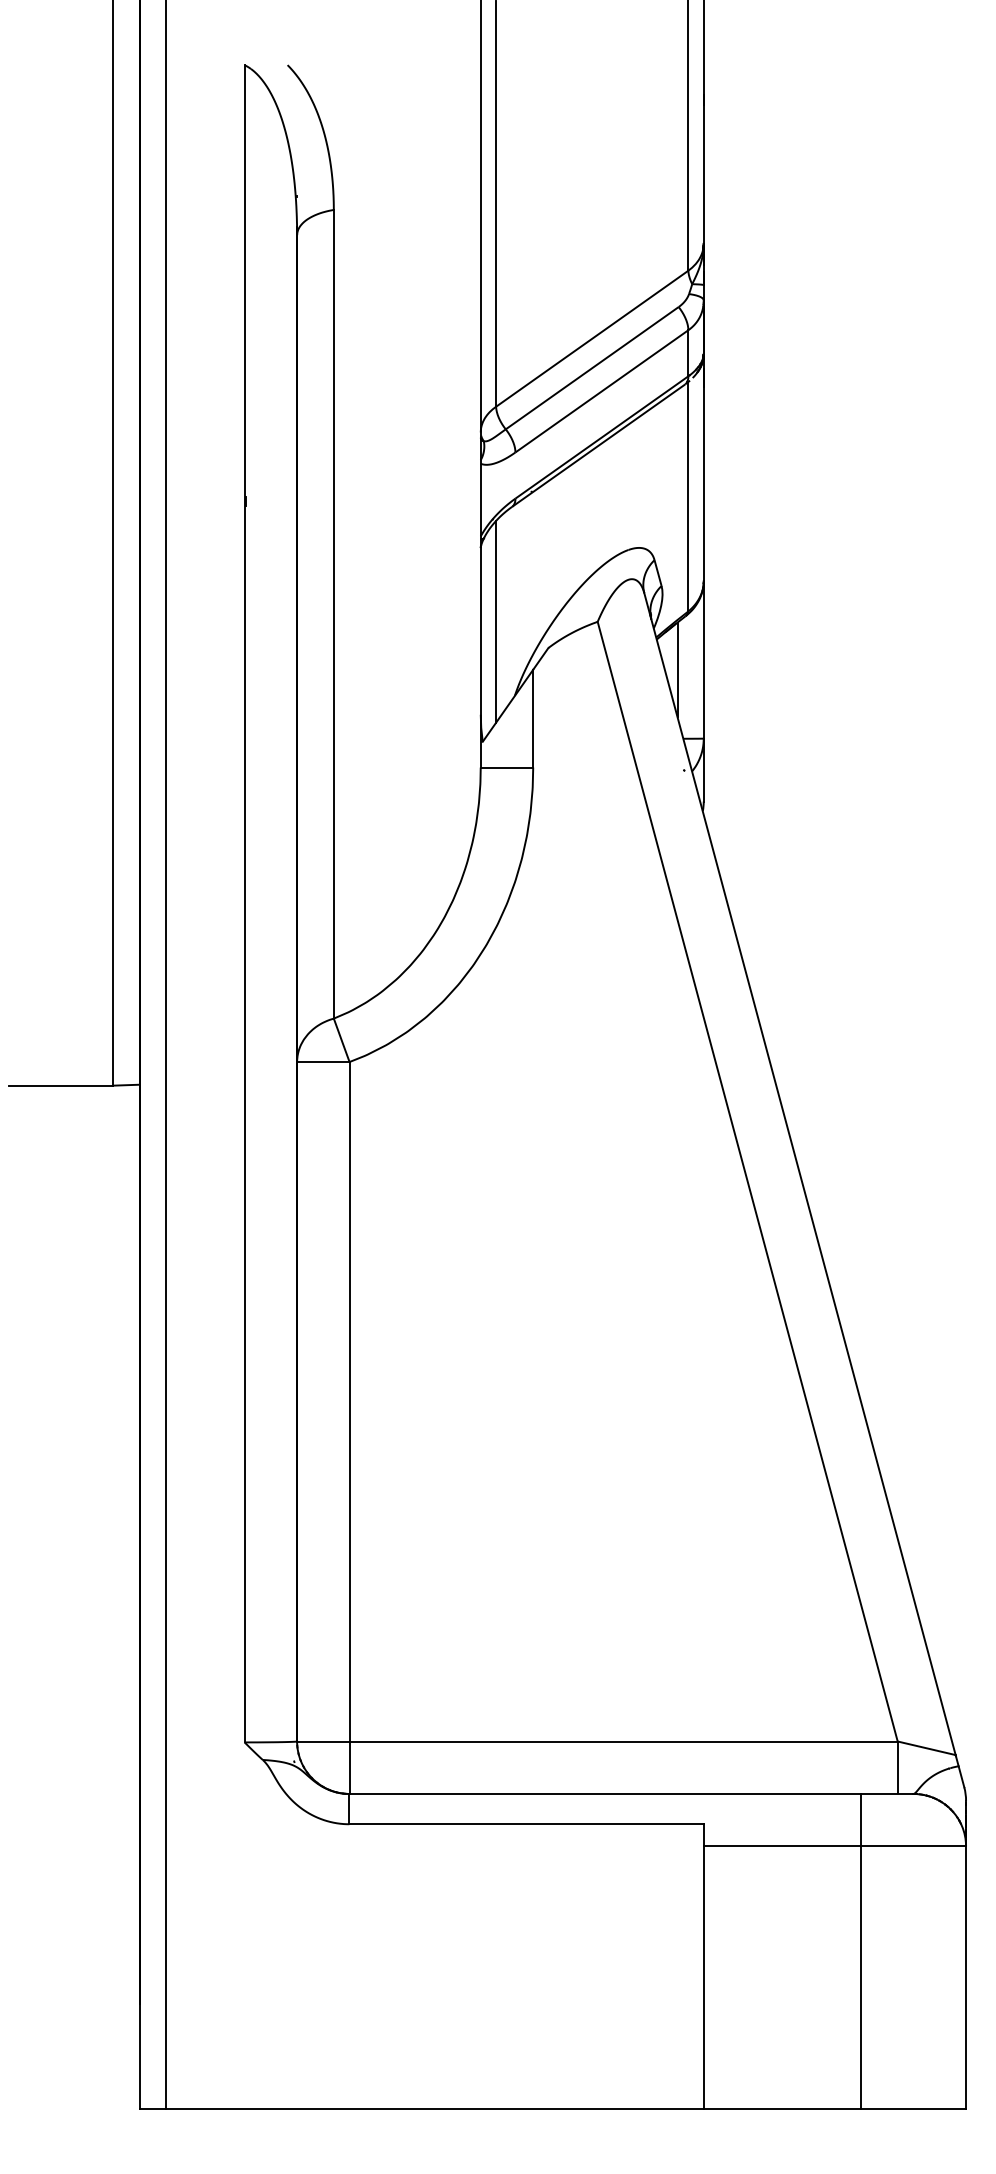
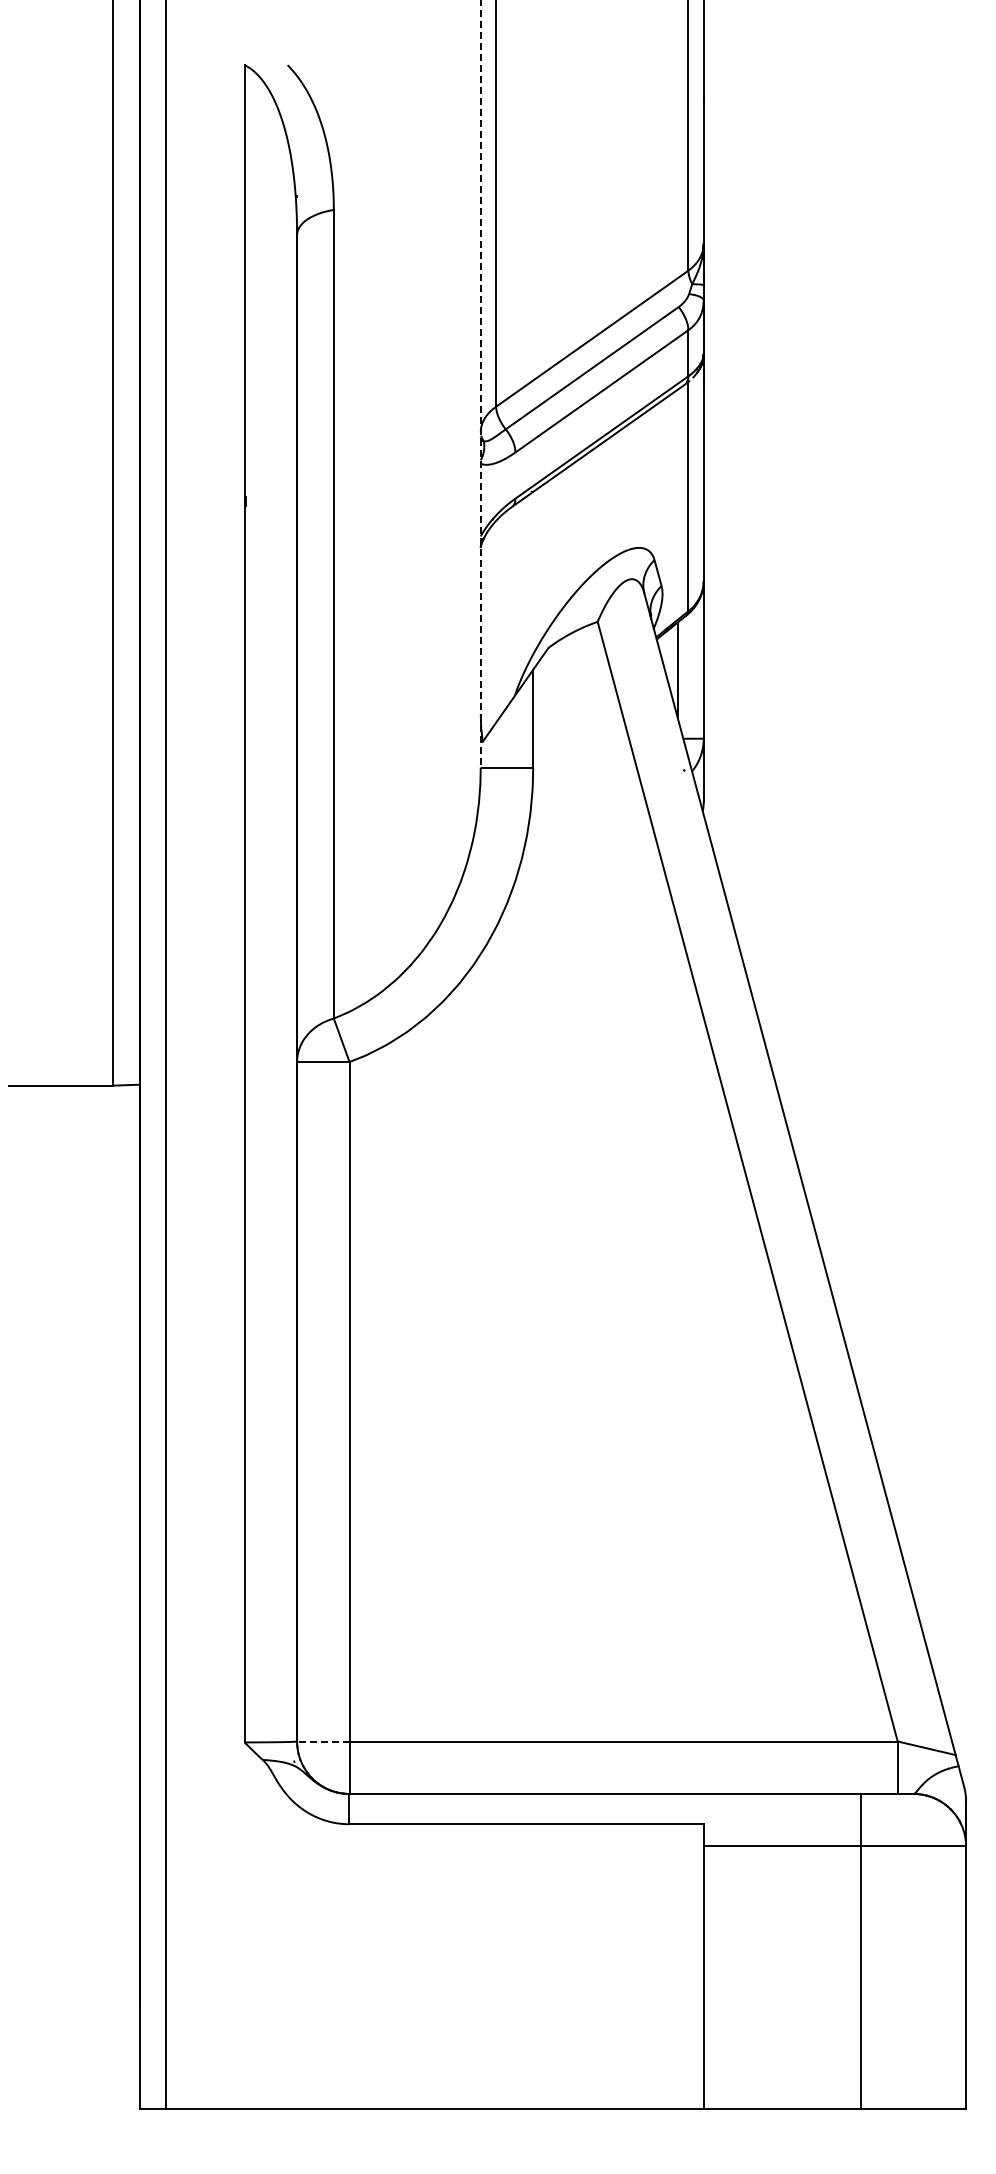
line at (480, 384): solid -> dashed
line at (496, 621): present -> none
line at (322, 1741): solid -> dashed
